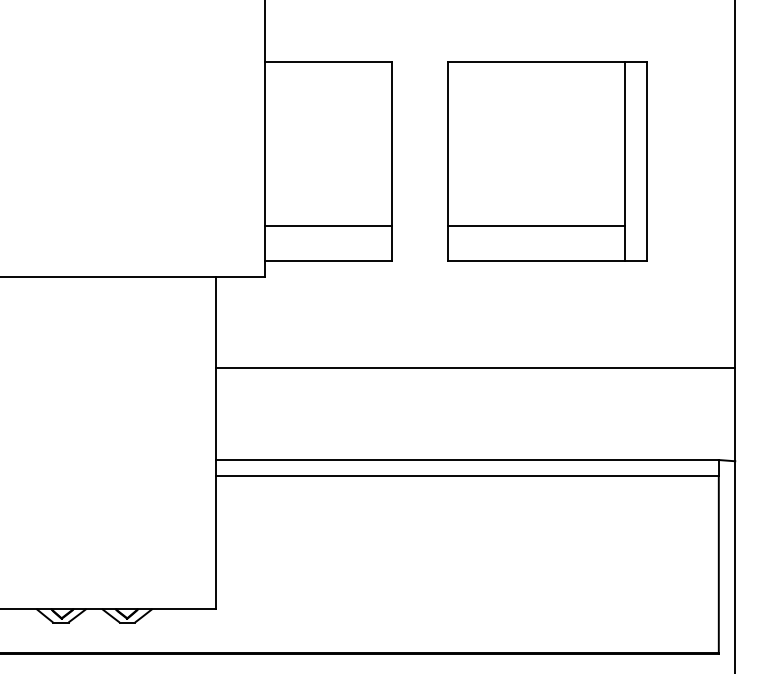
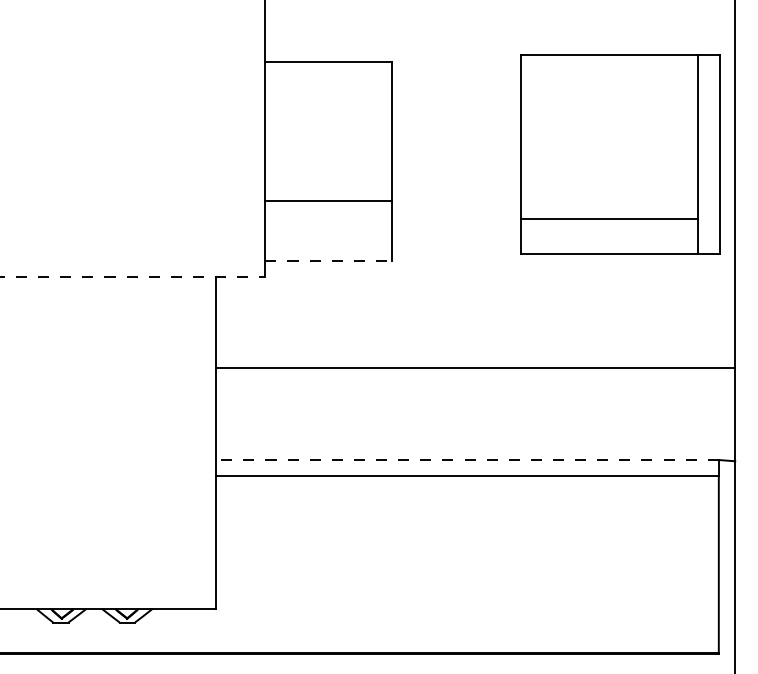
part at (547, 161) position: (547, 161) -> (620, 154)
line at (328, 225) position: (328, 225) -> (328, 200)
line at (328, 260): solid -> dashed
line at (133, 277): solid -> dashed
line at (467, 460): solid -> dashed
